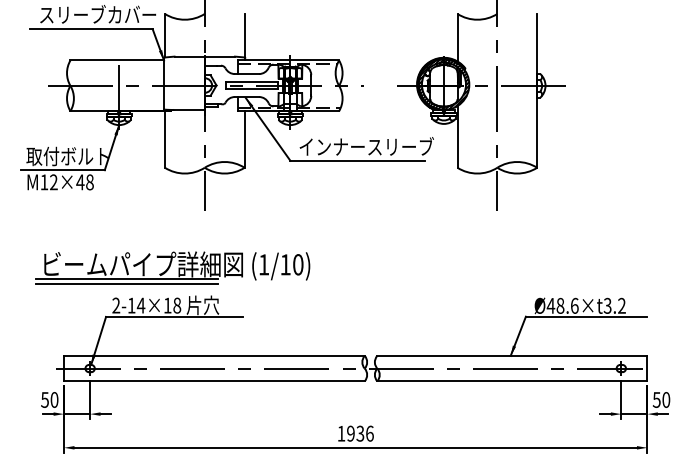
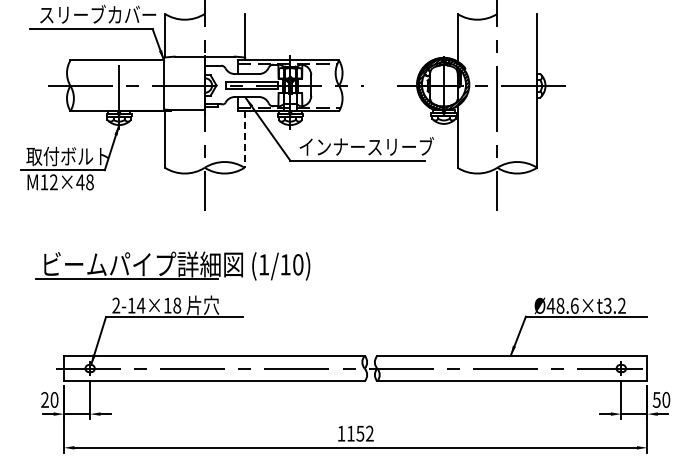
line at (244, 139): solid -> dashed
line at (127, 283): present -> none
text at (44, 399): 50 -> 20
text at (360, 433): 1936 -> 1152
